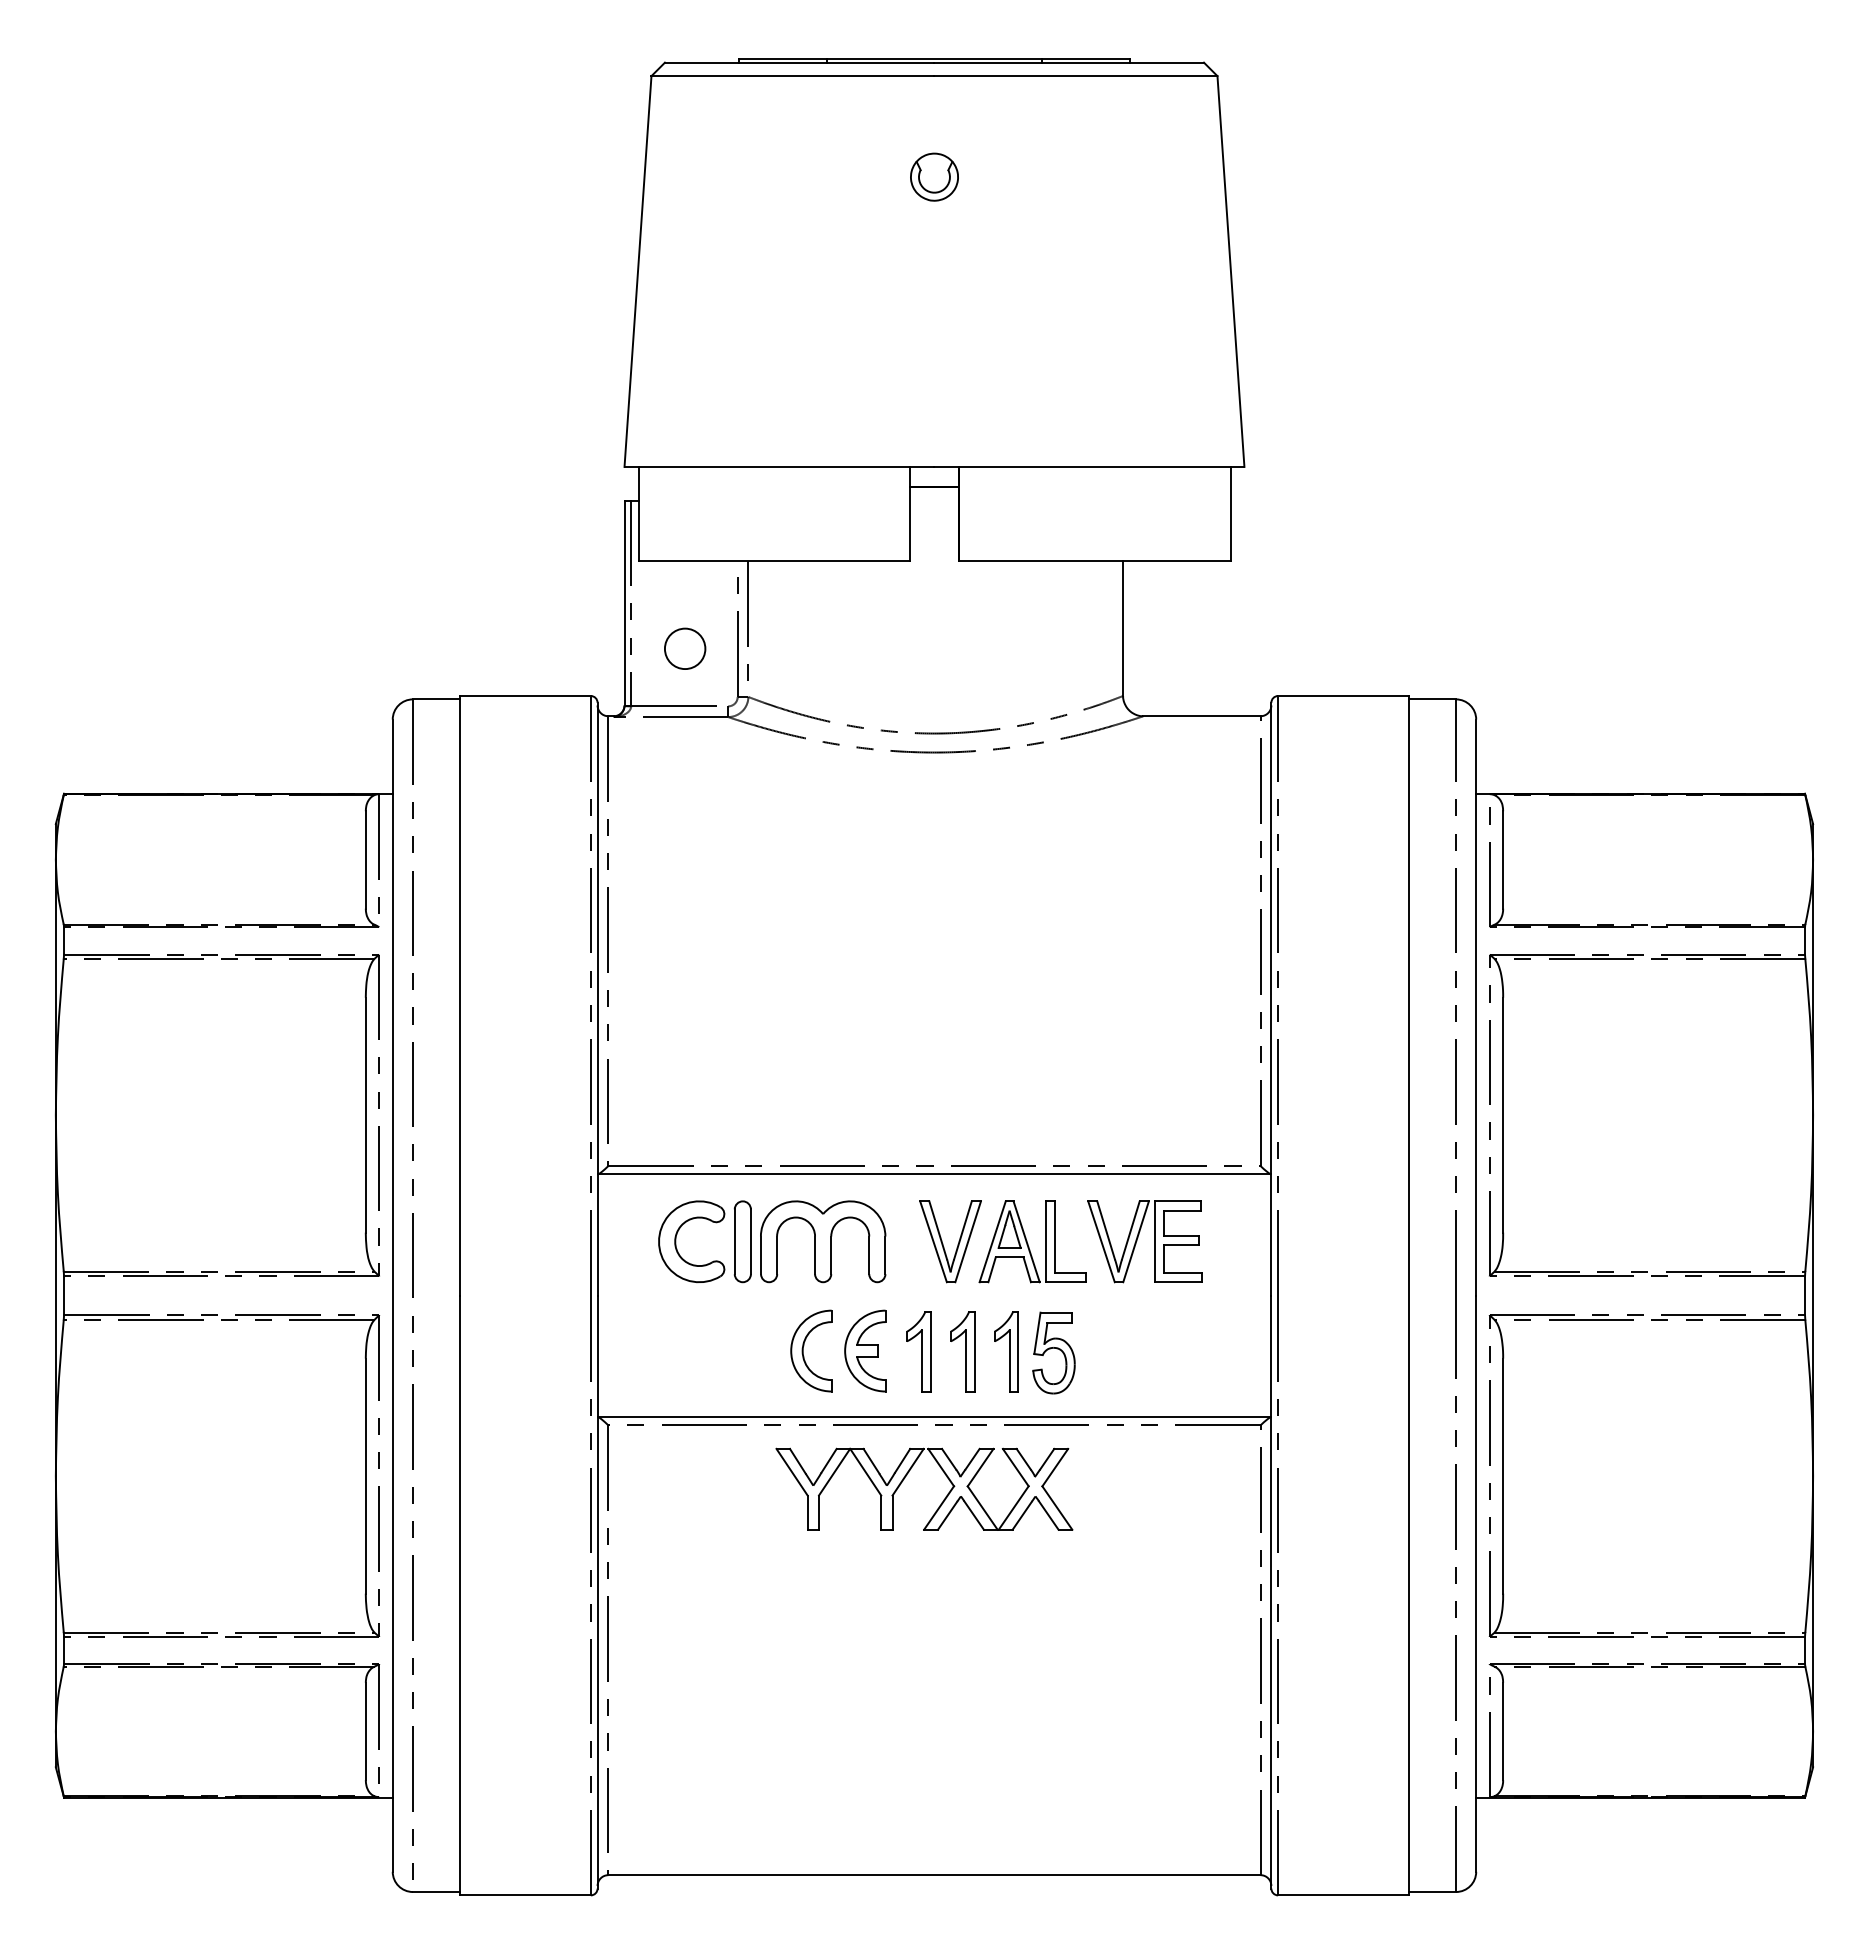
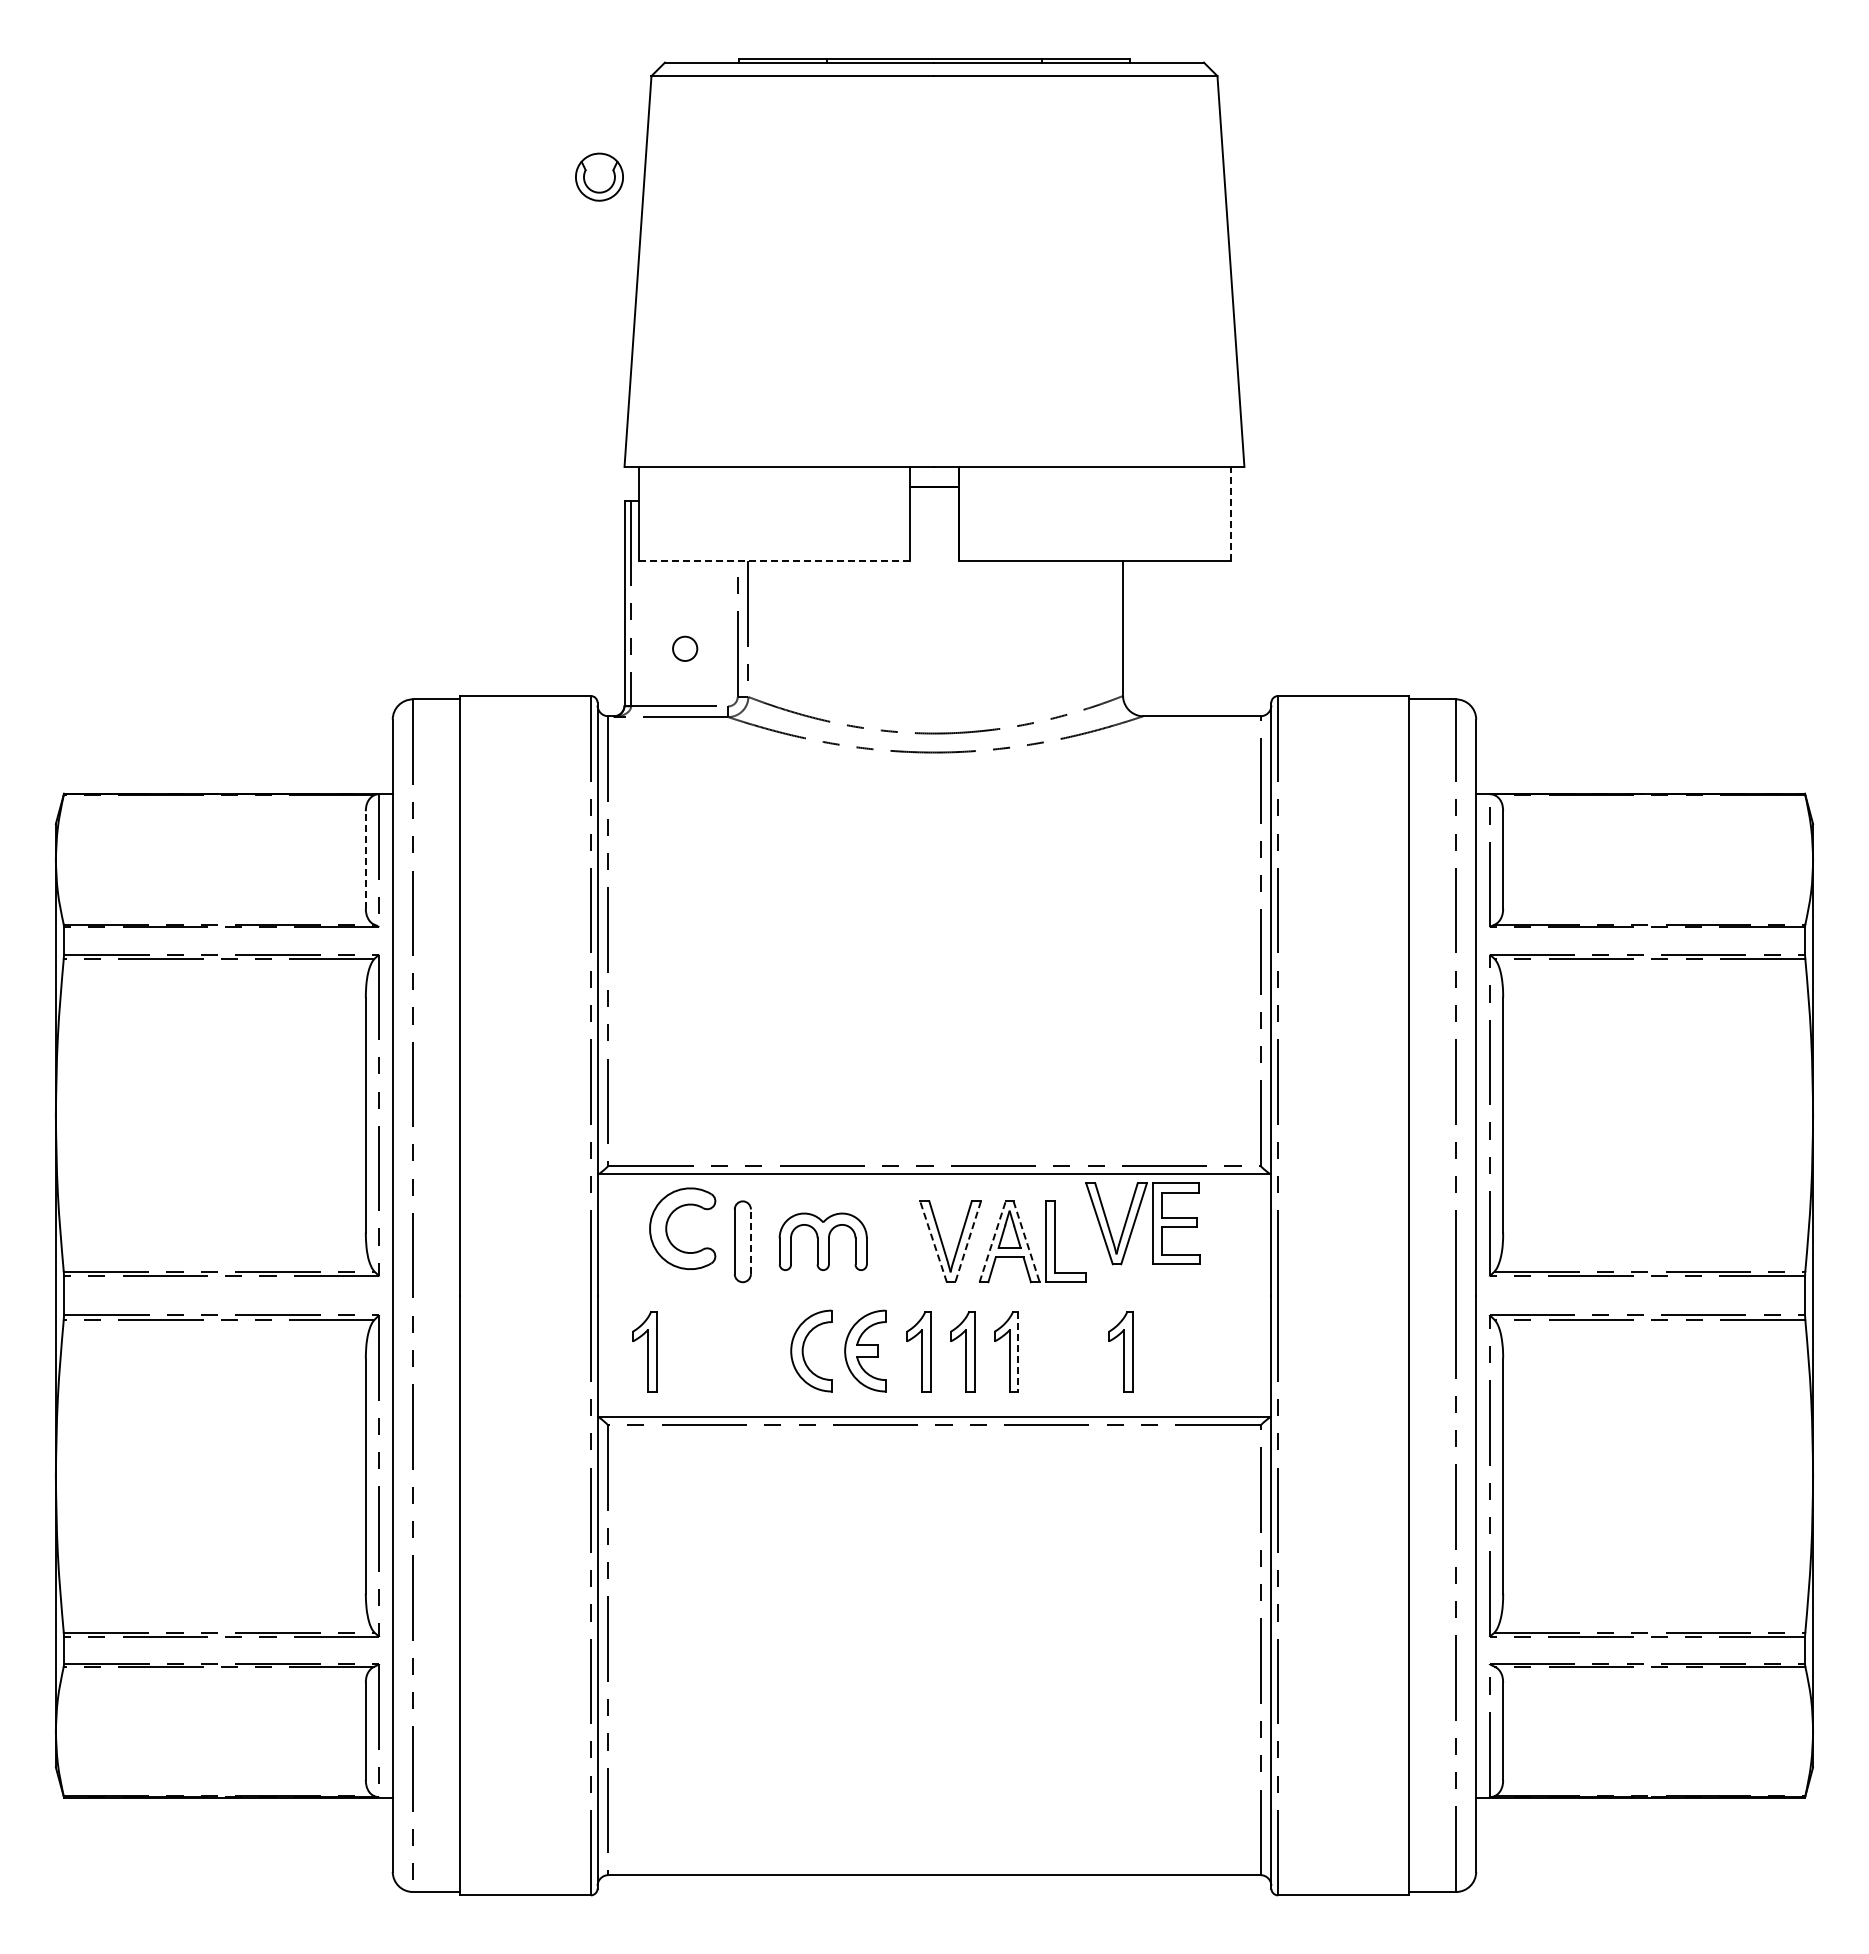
part at (934, 176) position: (934, 176) -> (599, 176)
line at (1230, 513): solid -> dashed
line at (774, 561): solid -> dashed
circle at (684, 648) diameter: 40 px -> 24 px
line at (365, 859): solid -> dashed
part at (1138, 1238) position: (1138, 1238) -> (1136, 1220)
part at (676, 1241) position: (676, 1241) -> (667, 1228)
line at (750, 1241): solid -> dashed
part at (823, 1241) size: 127x84 px -> 90x59 px
line at (933, 1241): solid -> dashed
line at (992, 1241): solid -> dashed
line at (968, 1242): solid -> dashed
line at (1026, 1242): solid -> dashed
part at (644, 1351): none -> present
part at (1120, 1351): none -> present
line at (1018, 1352): solid -> dashed
part at (1053, 1352): present -> none
part at (907, 1475): present -> none
